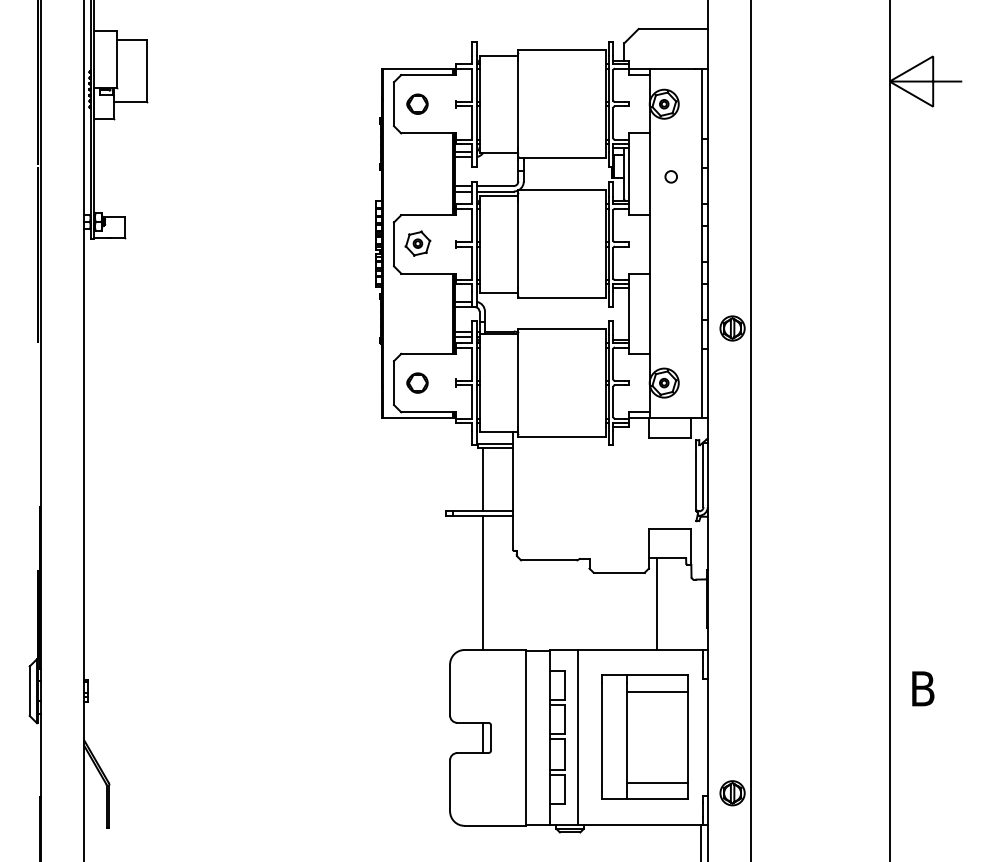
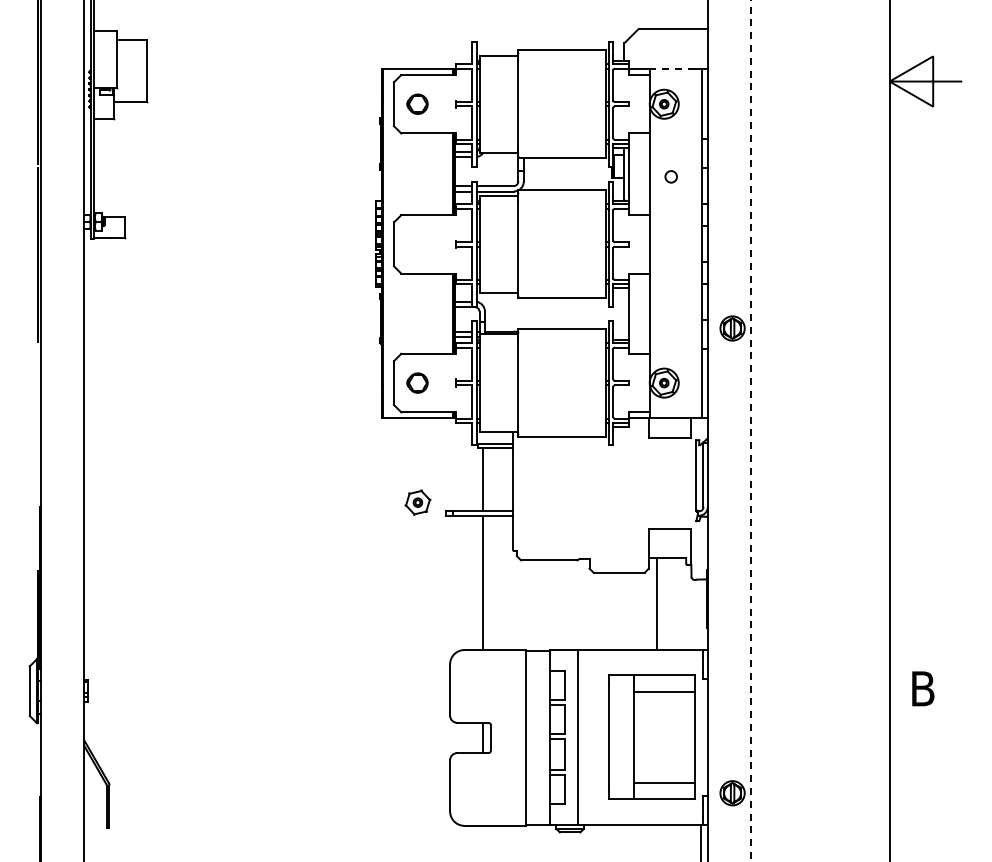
line at (672, 69): solid -> dashed
part at (417, 243) position: (417, 243) -> (417, 502)
line at (751, 430): solid -> dashed
part at (644, 736) position: (644, 736) -> (651, 736)
